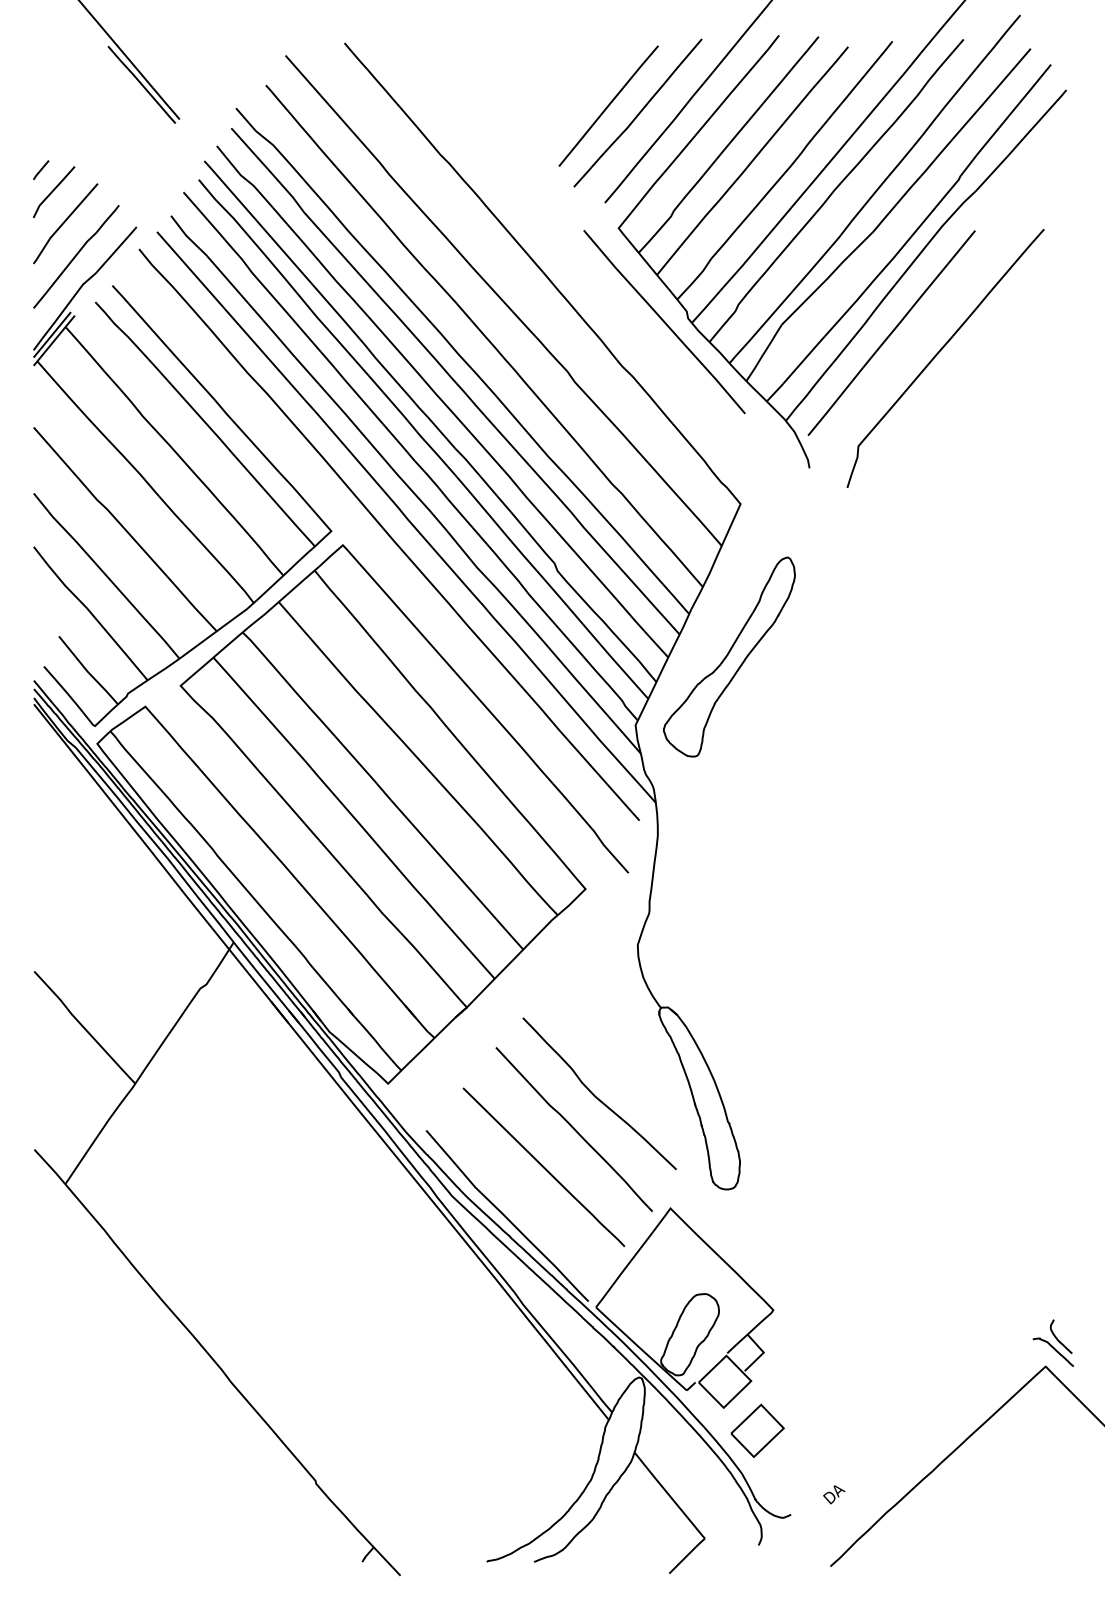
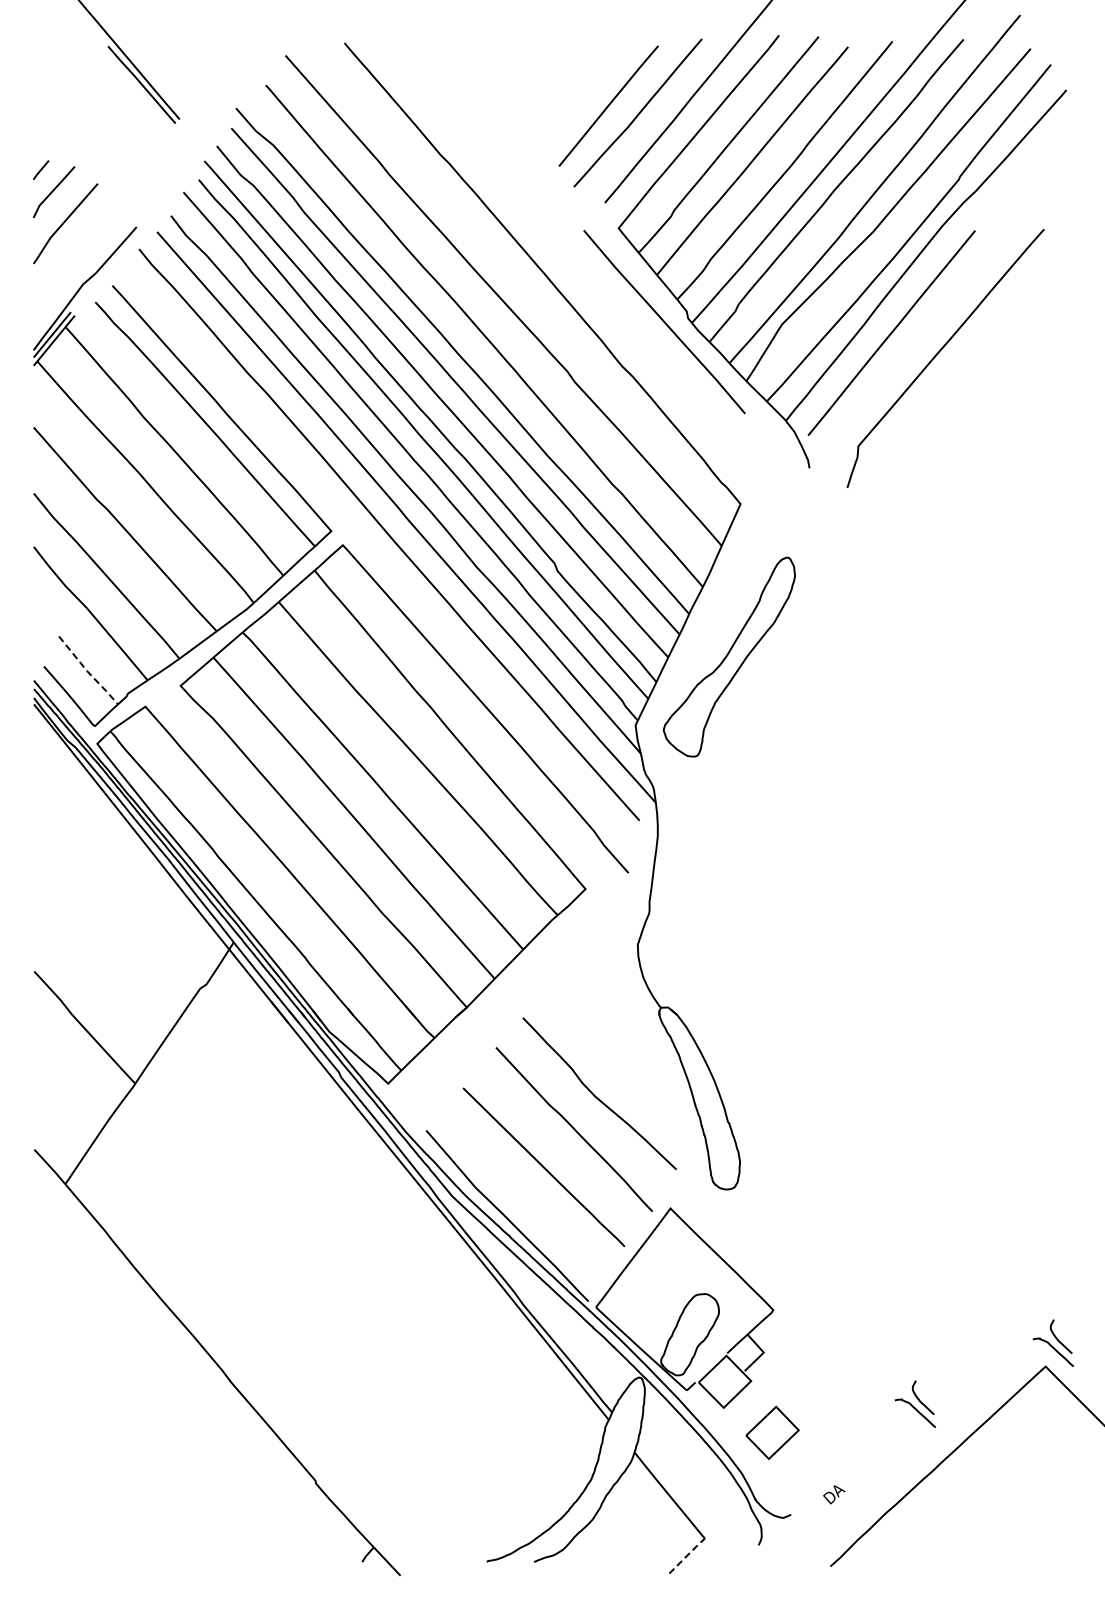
curve at (76, 256): present -> none
line at (87, 671): solid -> dashed
part at (914, 1403): none -> present
part at (757, 1430) position: (757, 1430) -> (772, 1432)
line at (687, 1555): solid -> dashed
